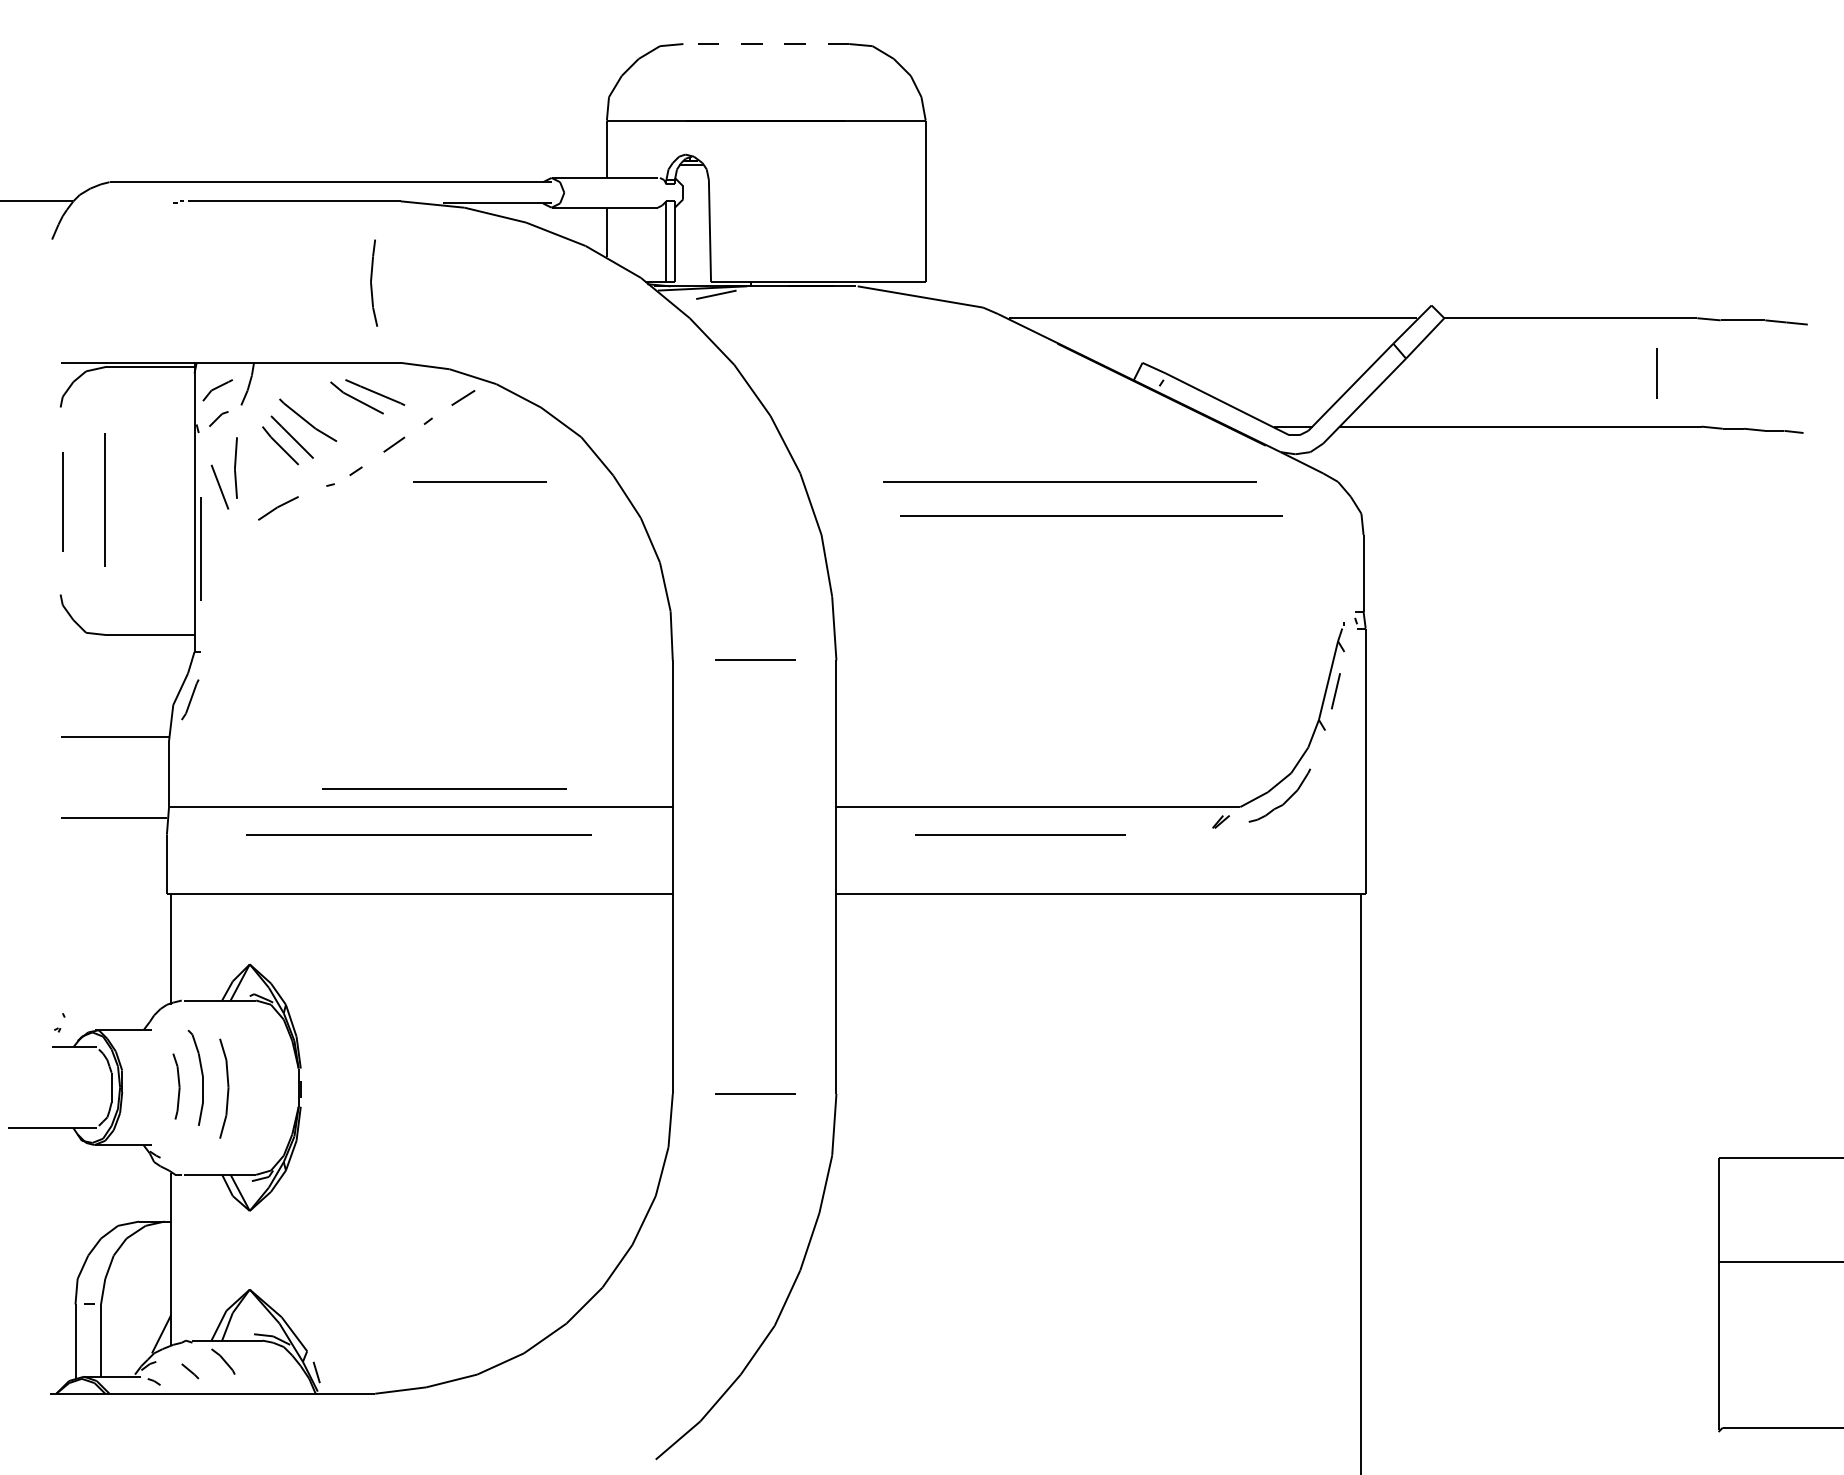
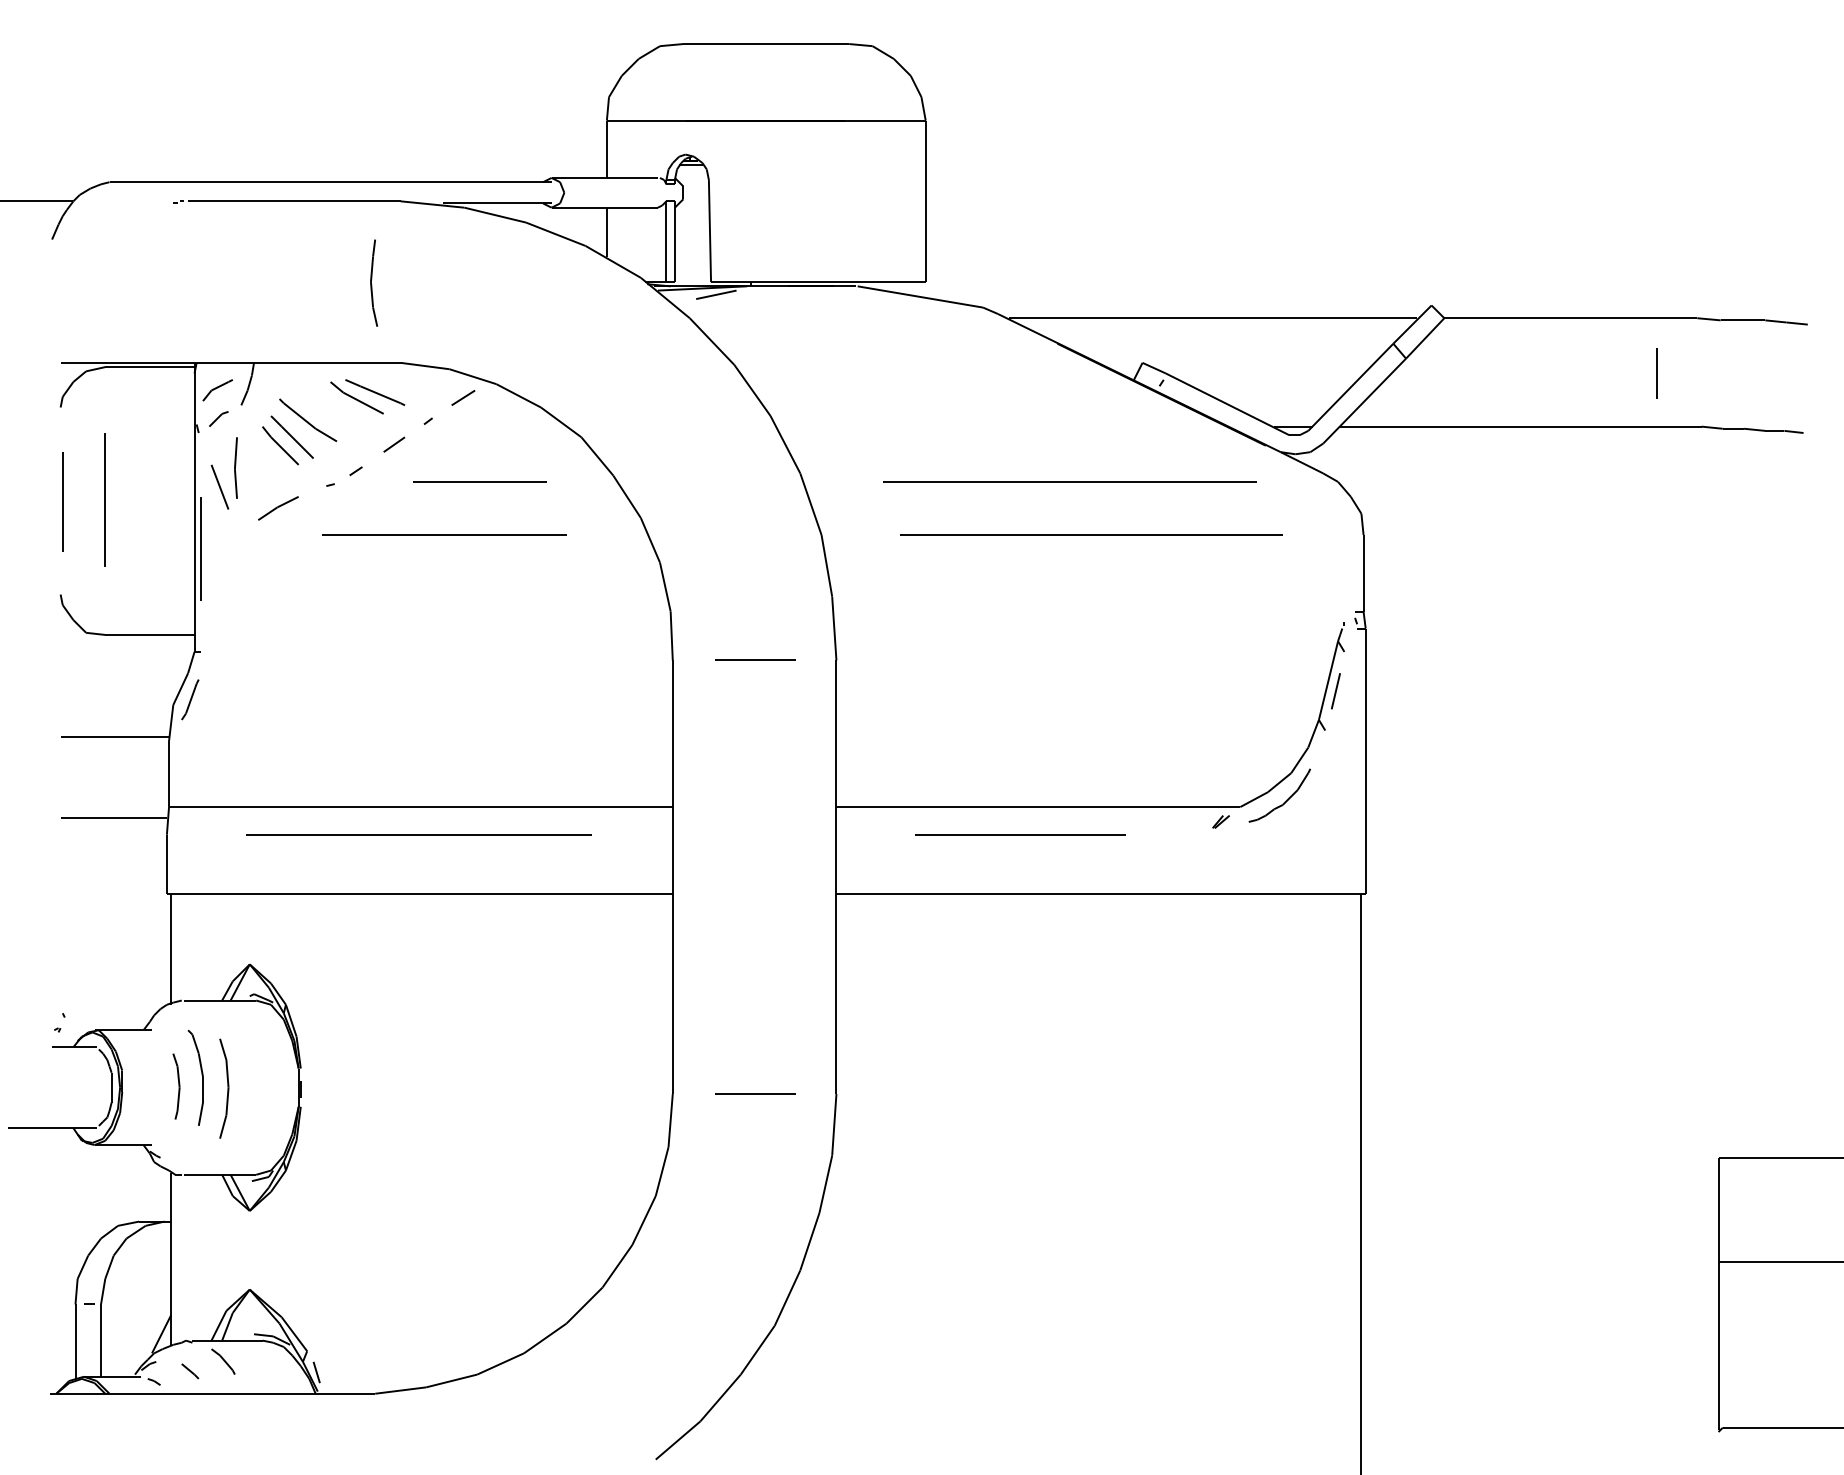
line at (766, 44): dashed -> solid
line at (1091, 515) position: (1091, 515) -> (1091, 534)
line at (444, 788) position: (444, 788) -> (444, 534)
